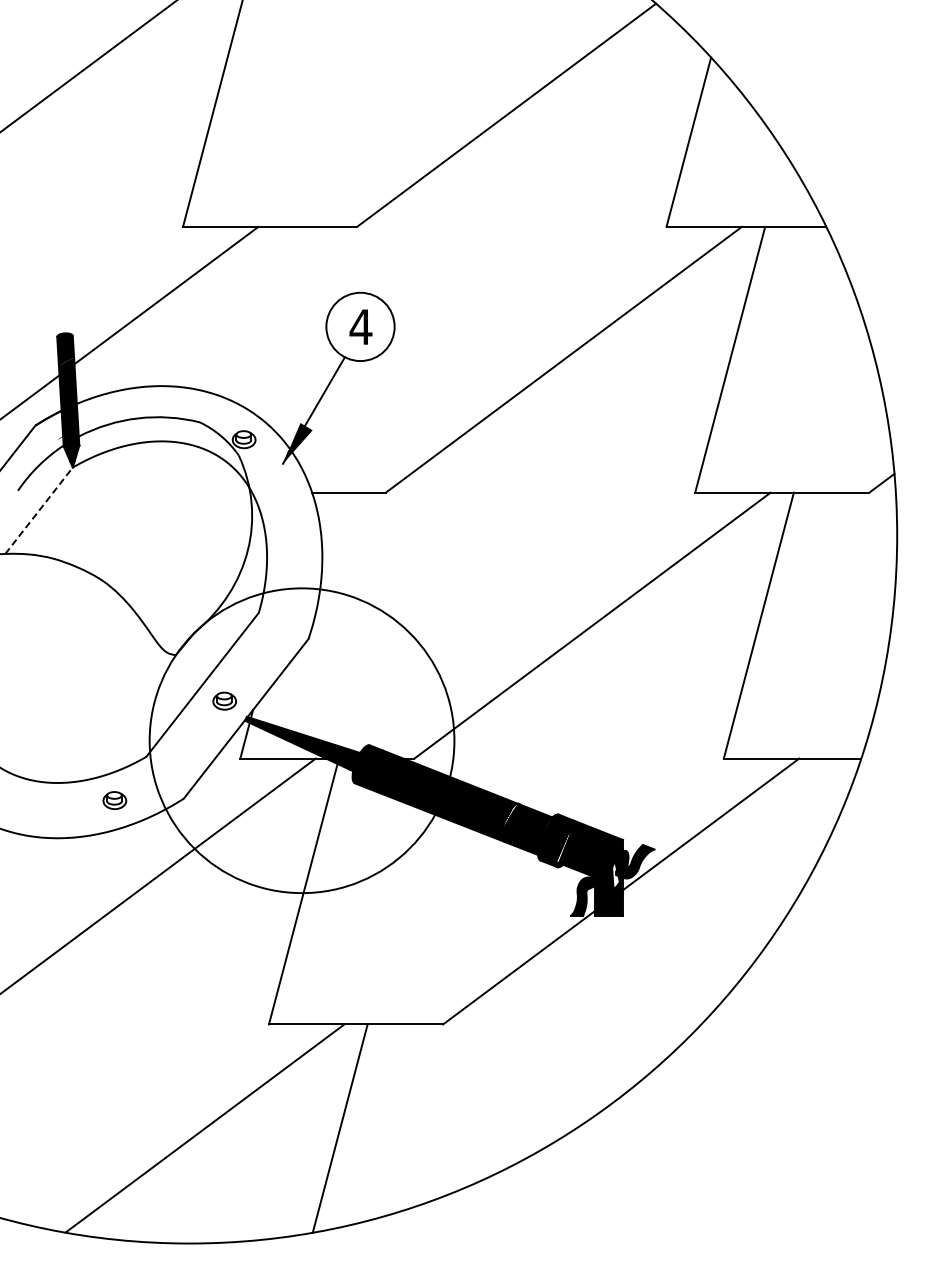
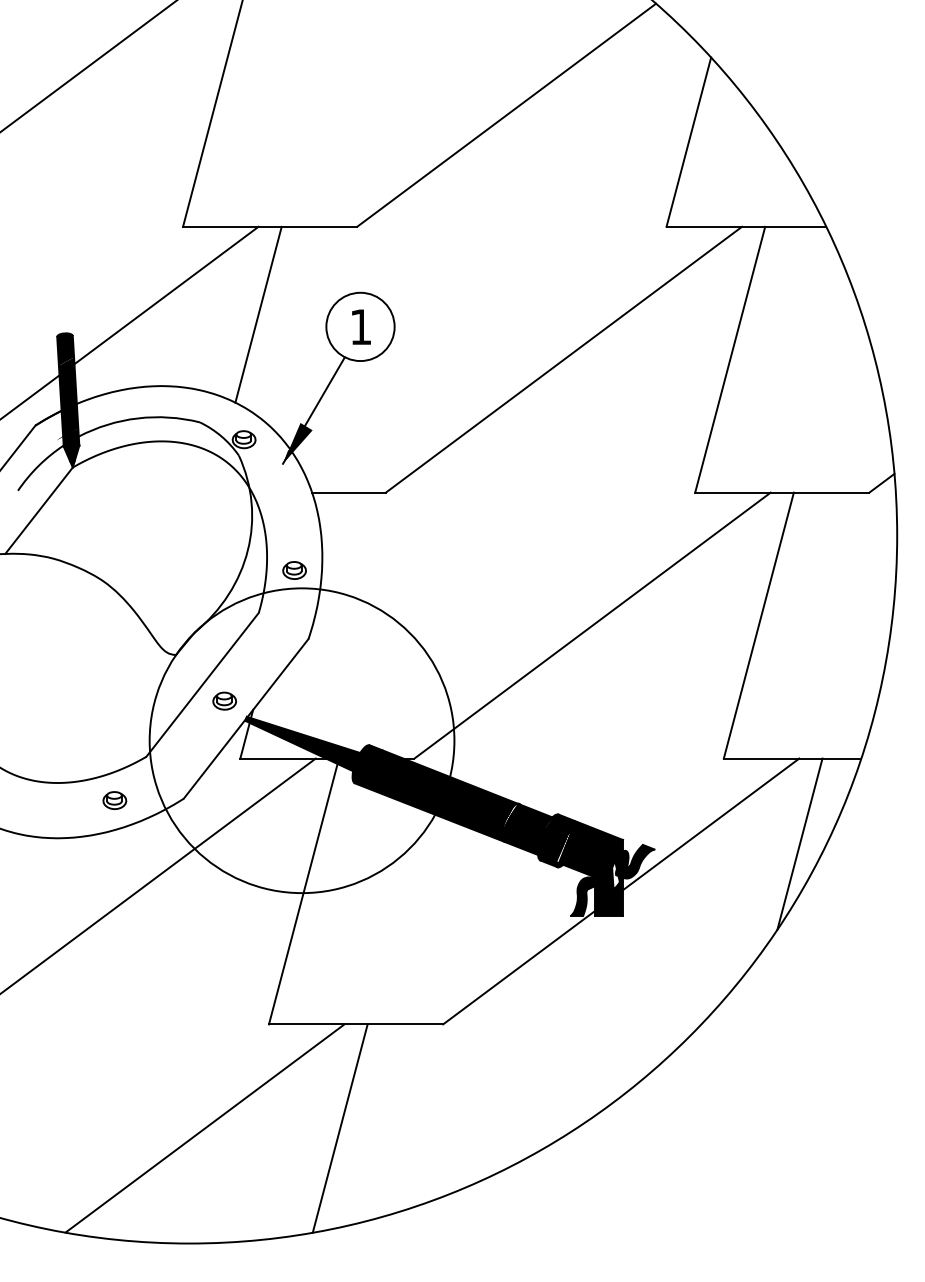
line at (258, 314): none -> present
text at (360, 326): 4 -> 1
line at (39, 510): dashed -> solid
part at (294, 570): none -> present
line at (799, 843): none -> present
